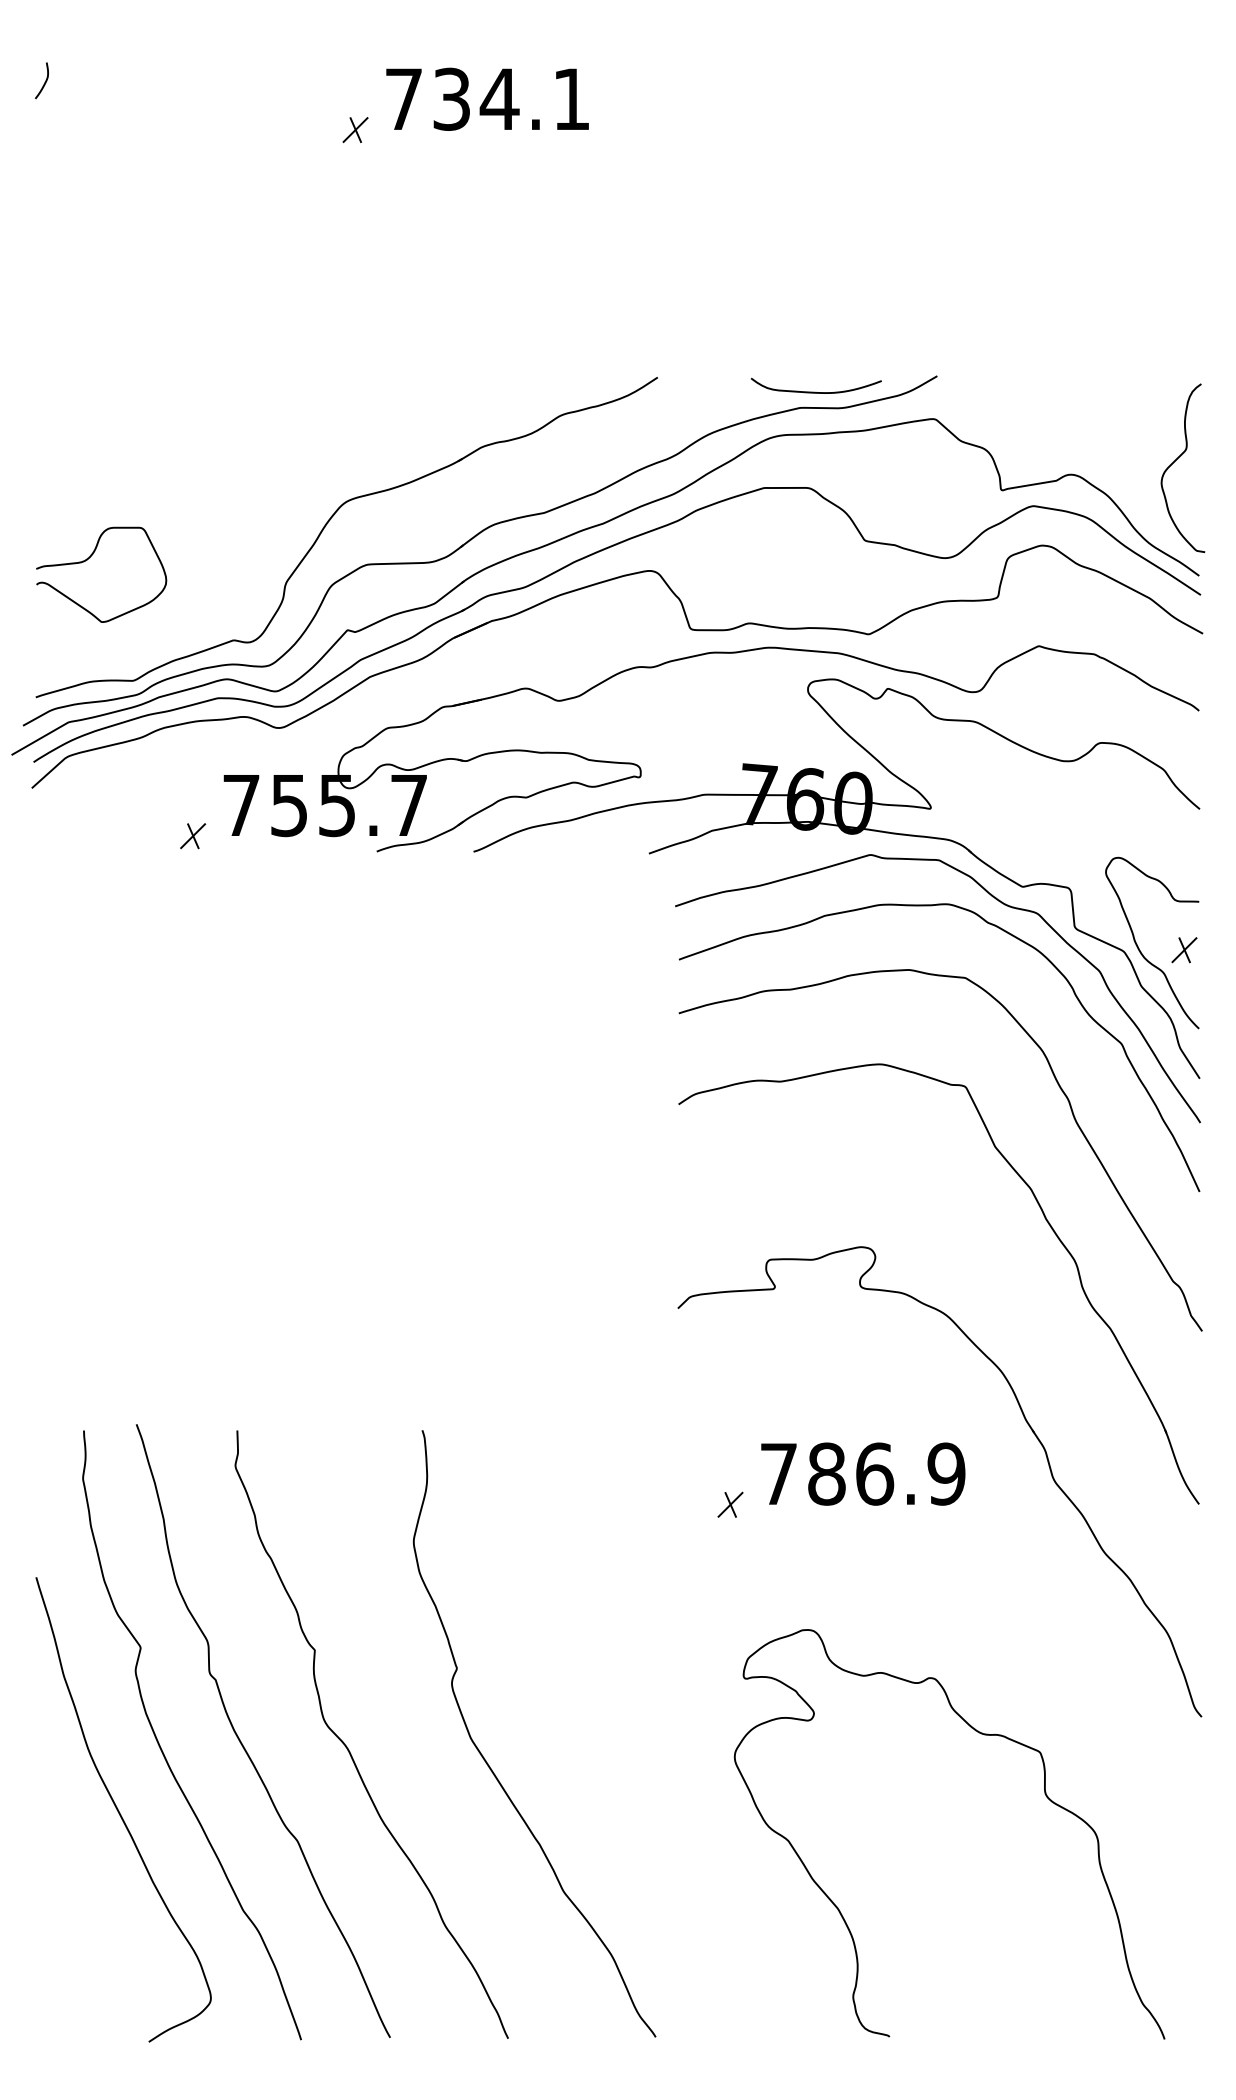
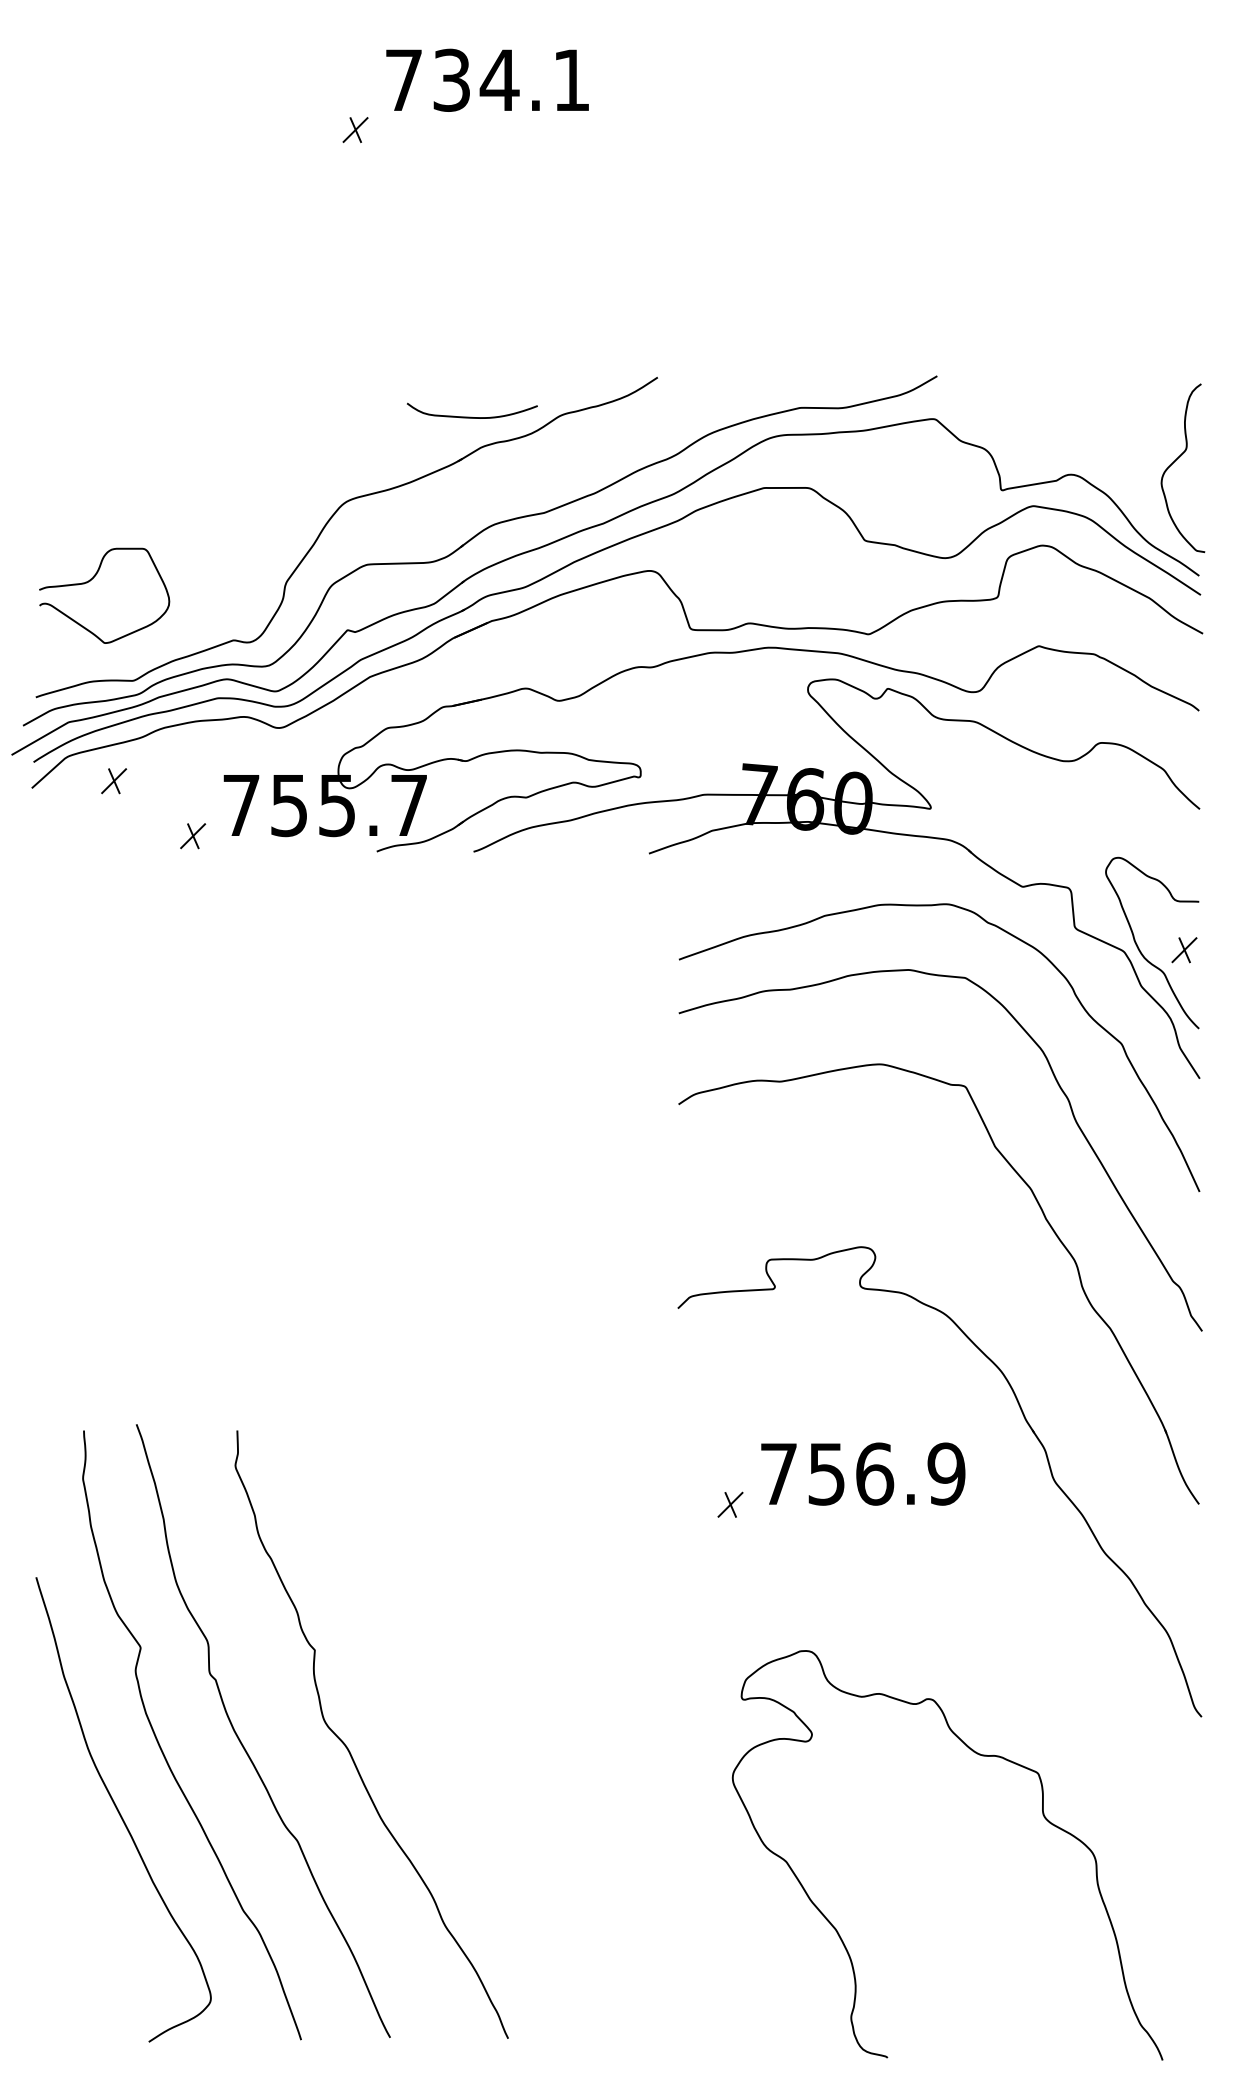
curve at (44, 82): present -> none
text at (487, 98) position: (487, 98) -> (487, 79)
curve at (815, 391) position: (815, 391) -> (471, 416)
curve at (87, 560) position: (87, 560) -> (90, 581)
part at (114, 781): none -> present
curve at (999, 902): present -> none
text at (826, 1473): 786.9 -> 756.9
curve at (488, 1763): present -> none
curve at (1044, 1793) position: (1044, 1793) -> (1042, 1814)
